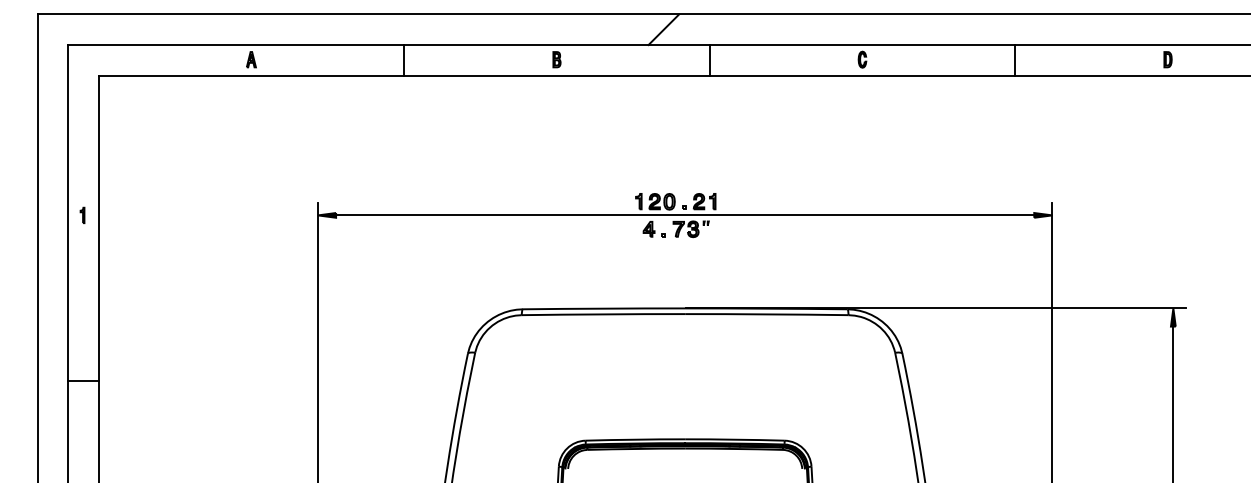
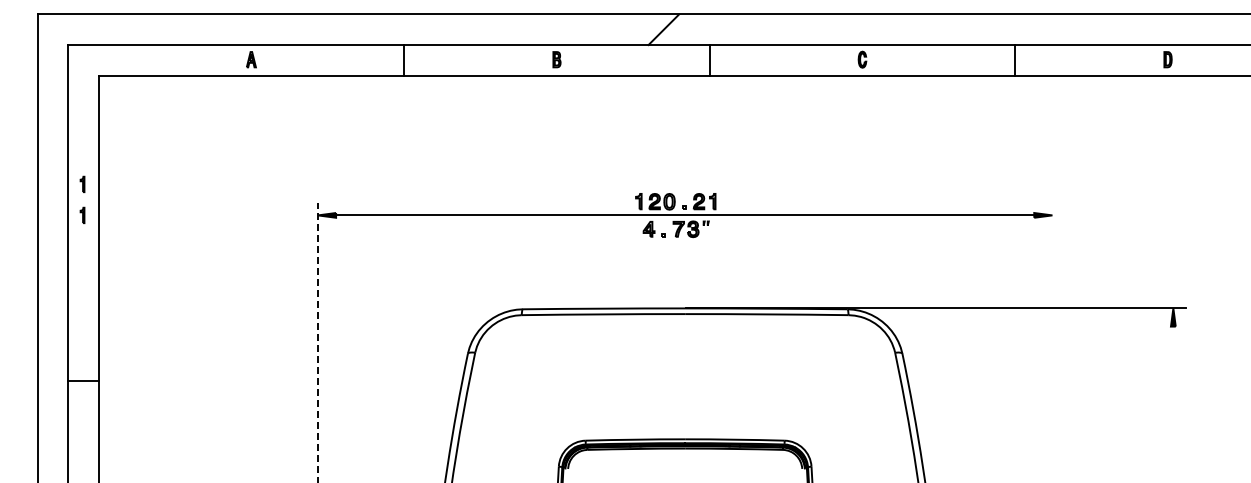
part at (82, 183): none -> present
line at (1052, 341): present -> none
line at (317, 342): solid -> dashed
line at (1173, 402): present -> none
